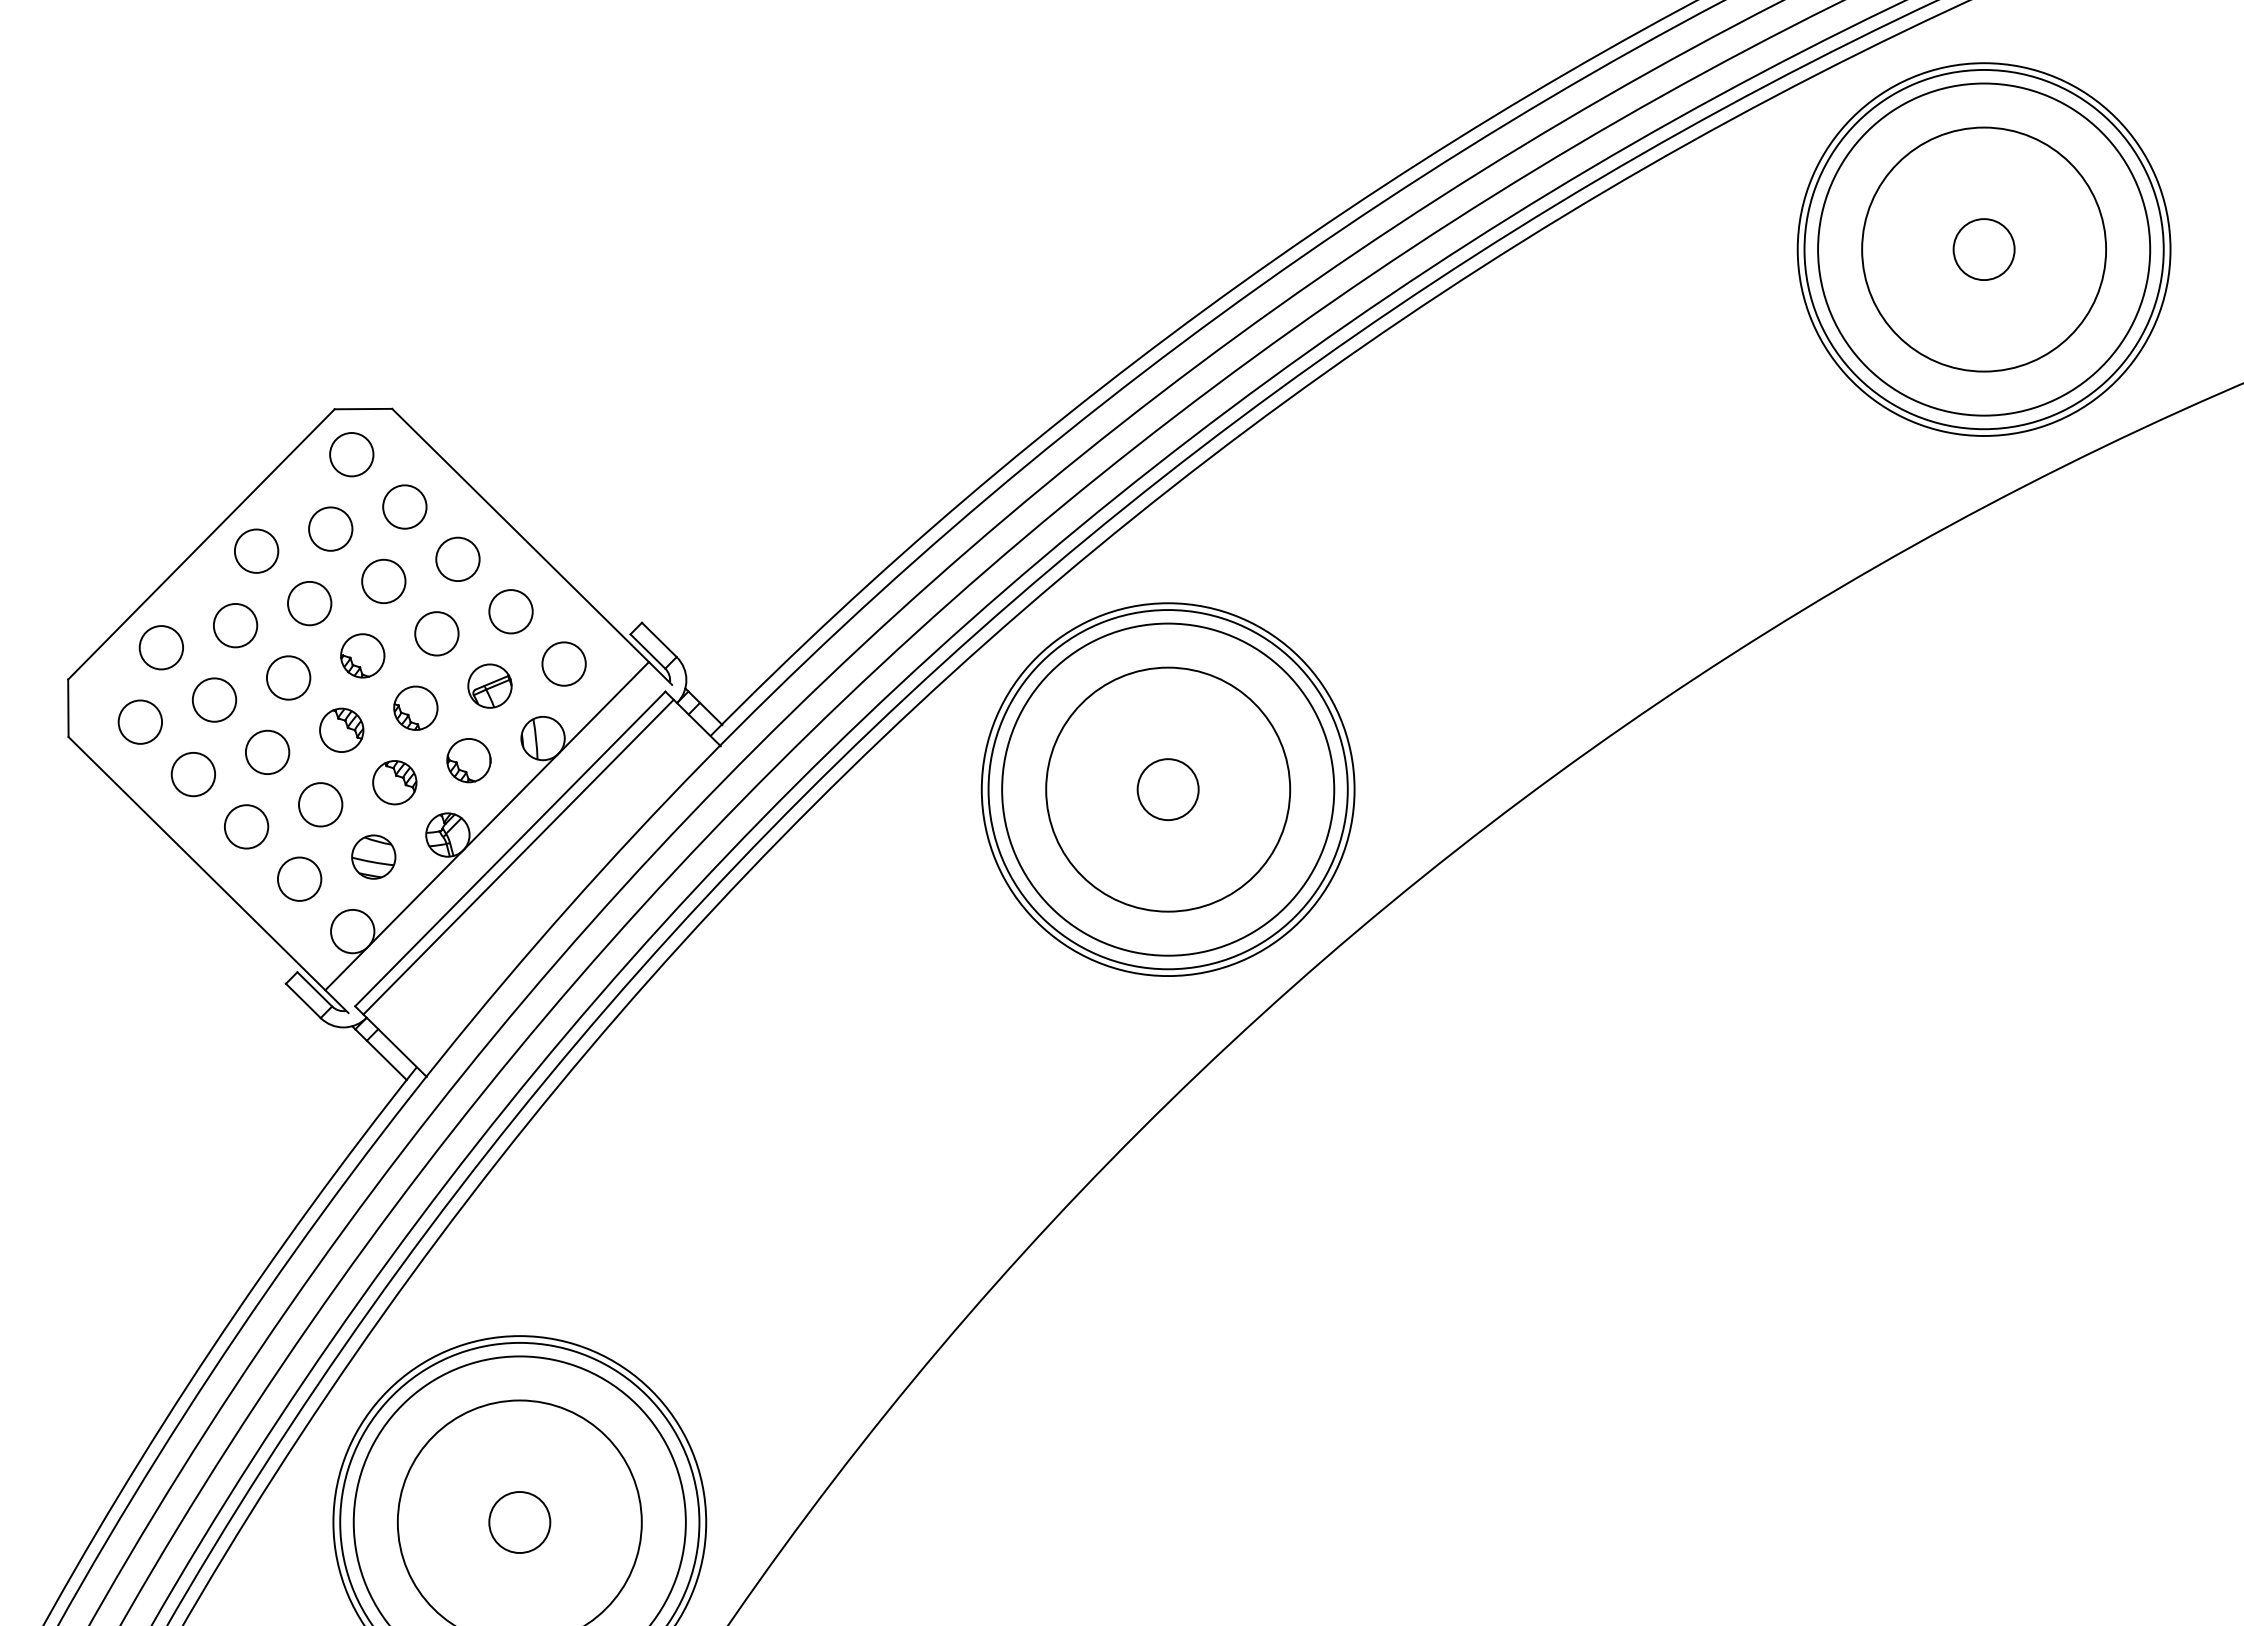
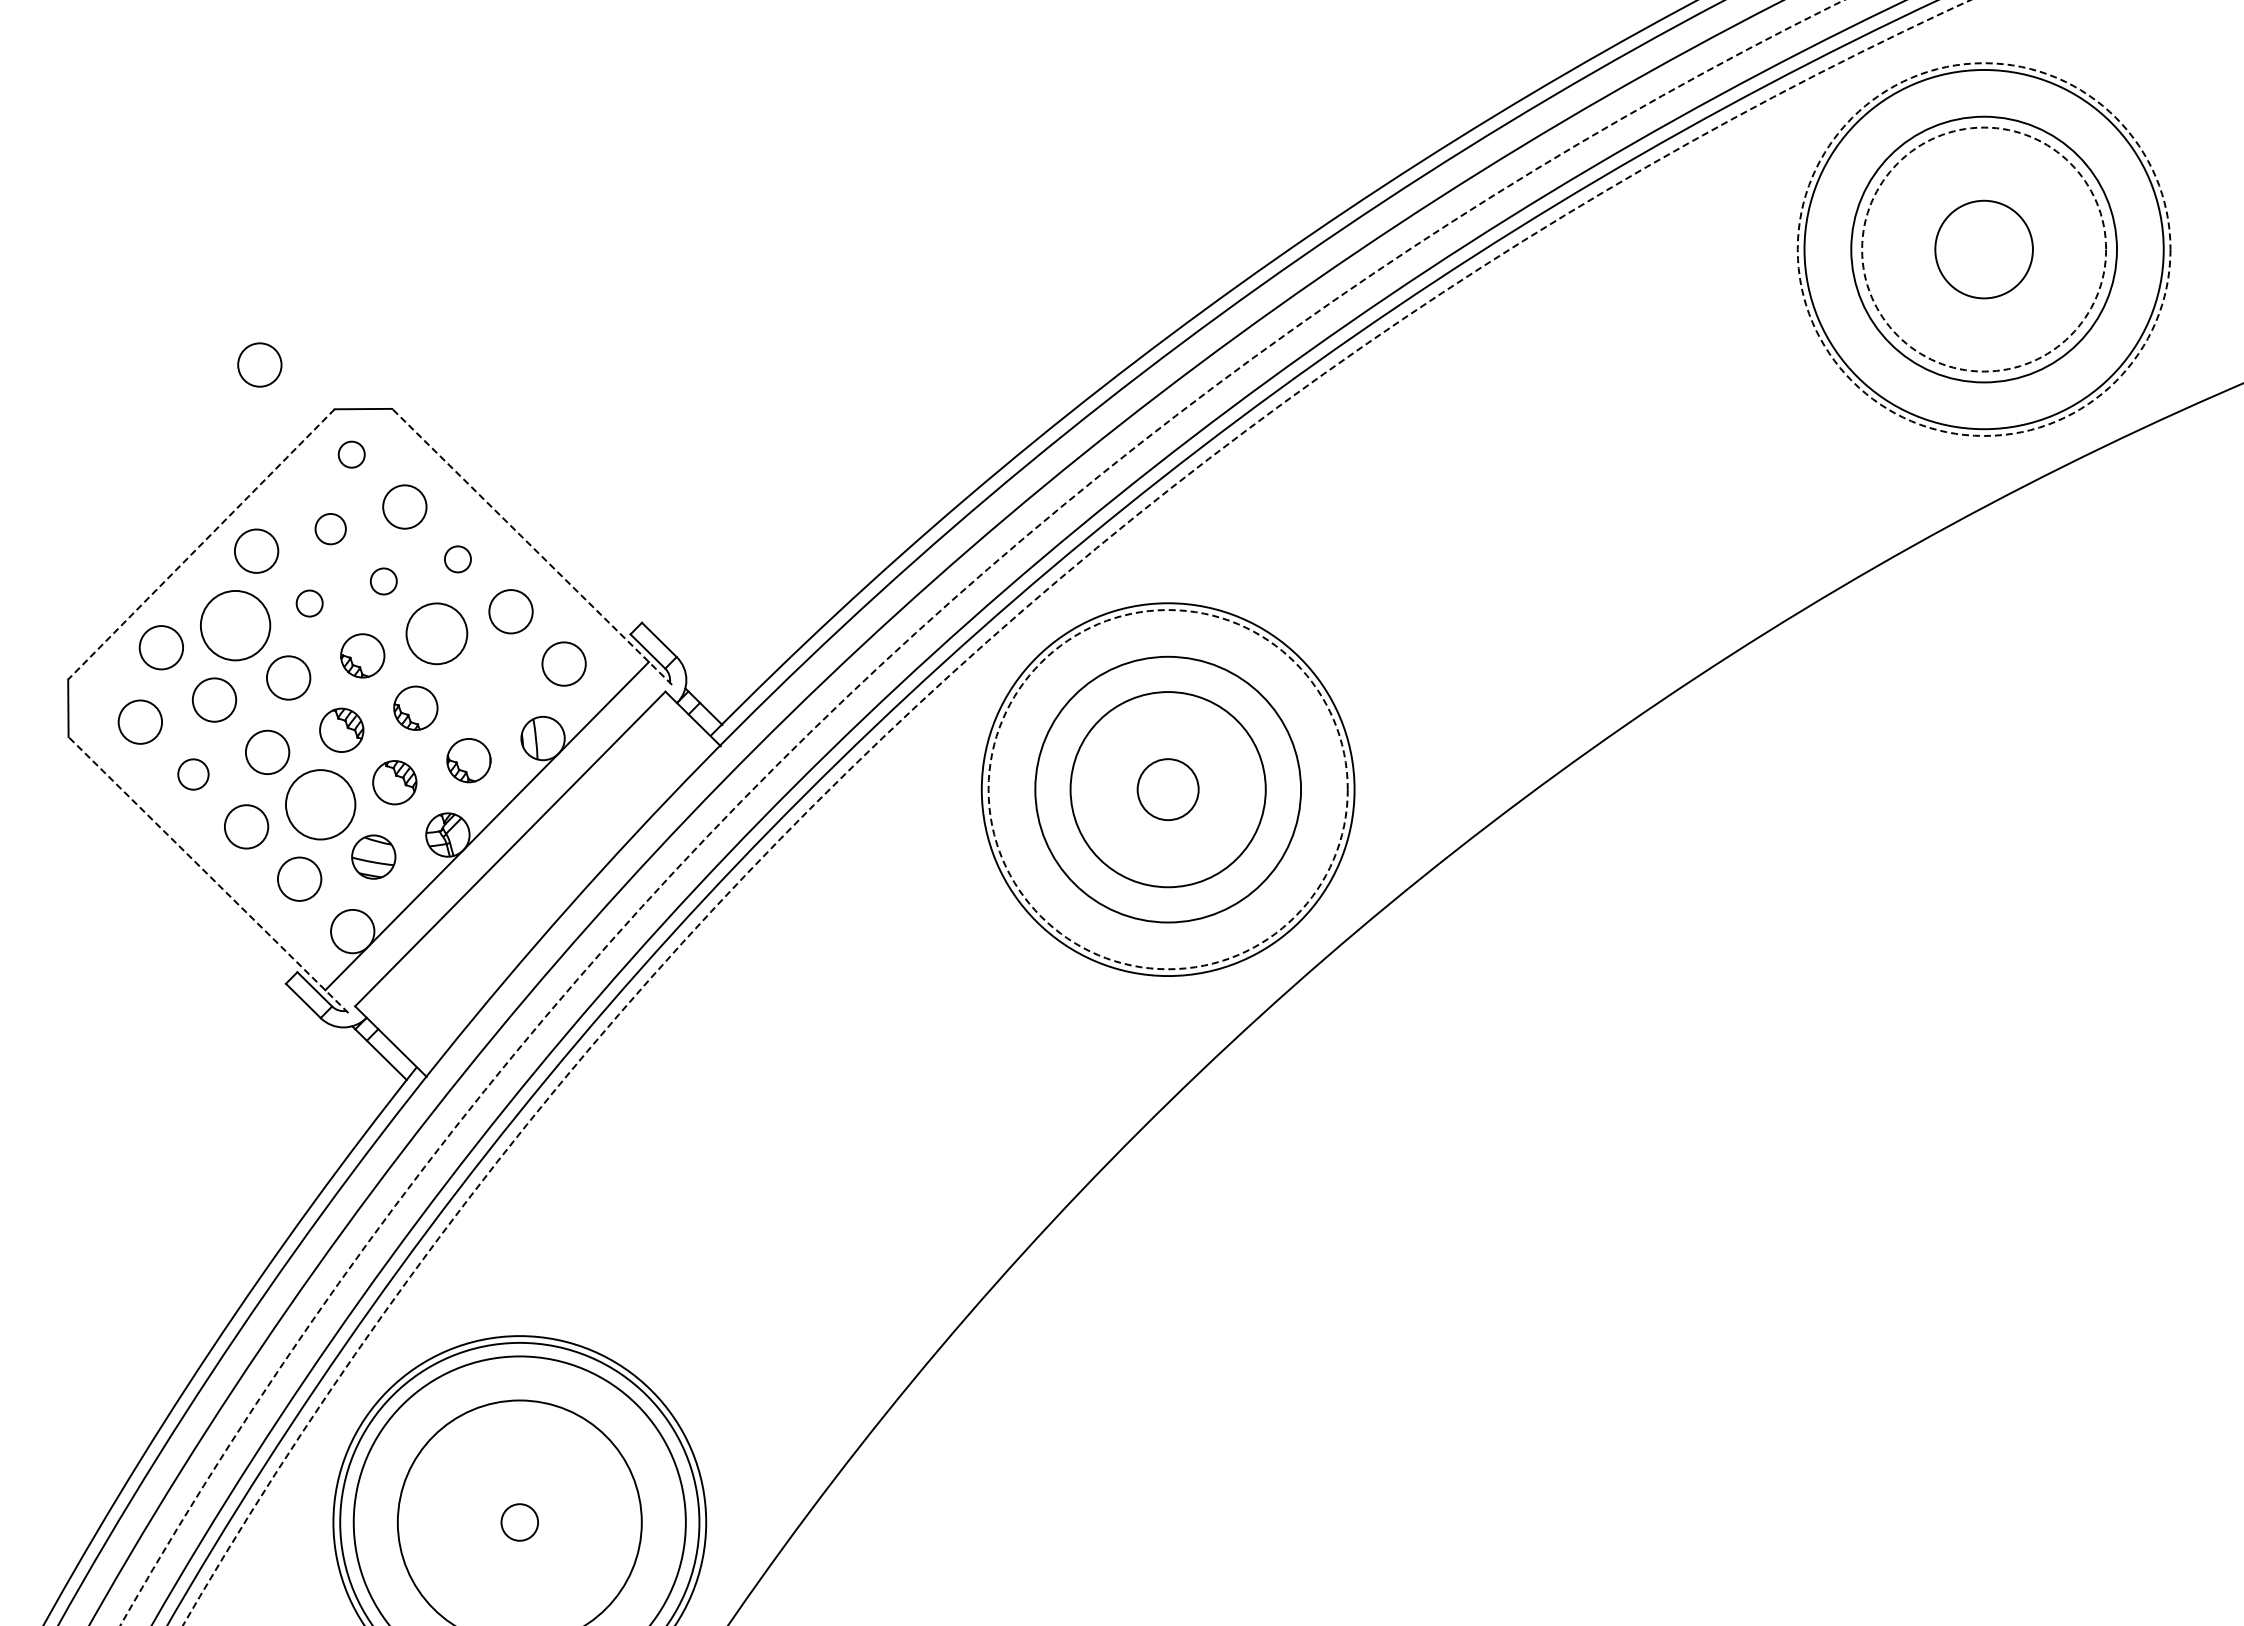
circle at (1983, 249) diameter: 61 px -> 98 px
circle at (1983, 249): solid -> dashed
circle at (1984, 249) diameter: 332 px -> 266 px
circle at (1984, 249): solid -> dashed
circle at (259, 364): none -> present
circle at (351, 454) diameter: 43 px -> 26 px
circle at (330, 528) diameter: 43 px -> 30 px
line at (201, 544): solid -> dashed
line at (532, 546): solid -> dashed
circle at (457, 559) diameter: 43 px -> 26 px
circle at (383, 581) diameter: 43 px -> 26 px
circle at (309, 603) diameter: 43 px -> 26 px
circle at (235, 625) diameter: 43 px -> 69 px
circle at (436, 633) diameter: 43 px -> 61 px
part at (489, 685): present -> none
circle at (193, 774) diameter: 43 px -> 30 px
circle at (1167, 789): solid -> dashed
circle at (1168, 789) diameter: 244 px -> 195 px
circle at (1168, 789) diameter: 332 px -> 266 px
circle at (320, 804) diameter: 43 px -> 69 px
circle at (981, 812): solid -> dashed
circle at (1076, 812): solid -> dashed
line at (518, 856): present -> none
line at (208, 875): solid -> dashed
circle at (519, 1521) diameter: 61 px -> 37 px
